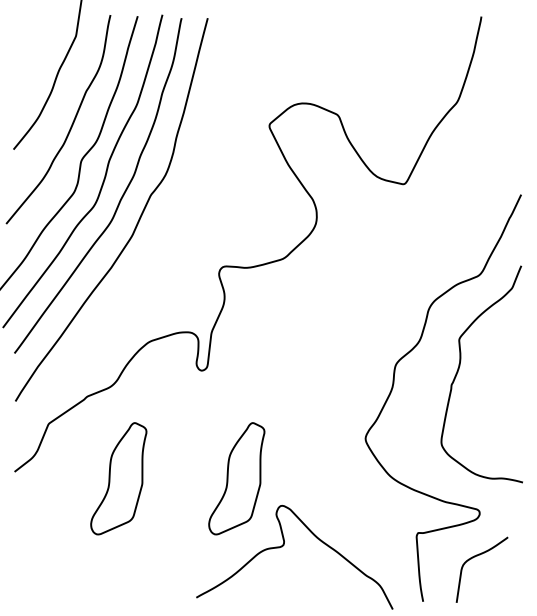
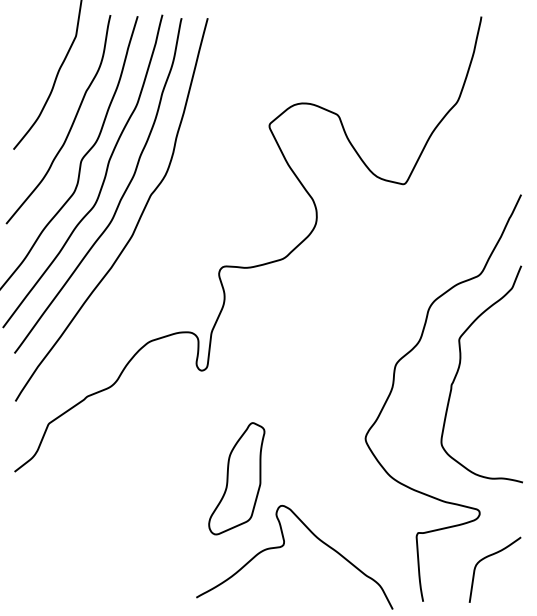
part at (118, 478): present -> none
curve at (475, 557) position: (475, 557) -> (488, 557)
